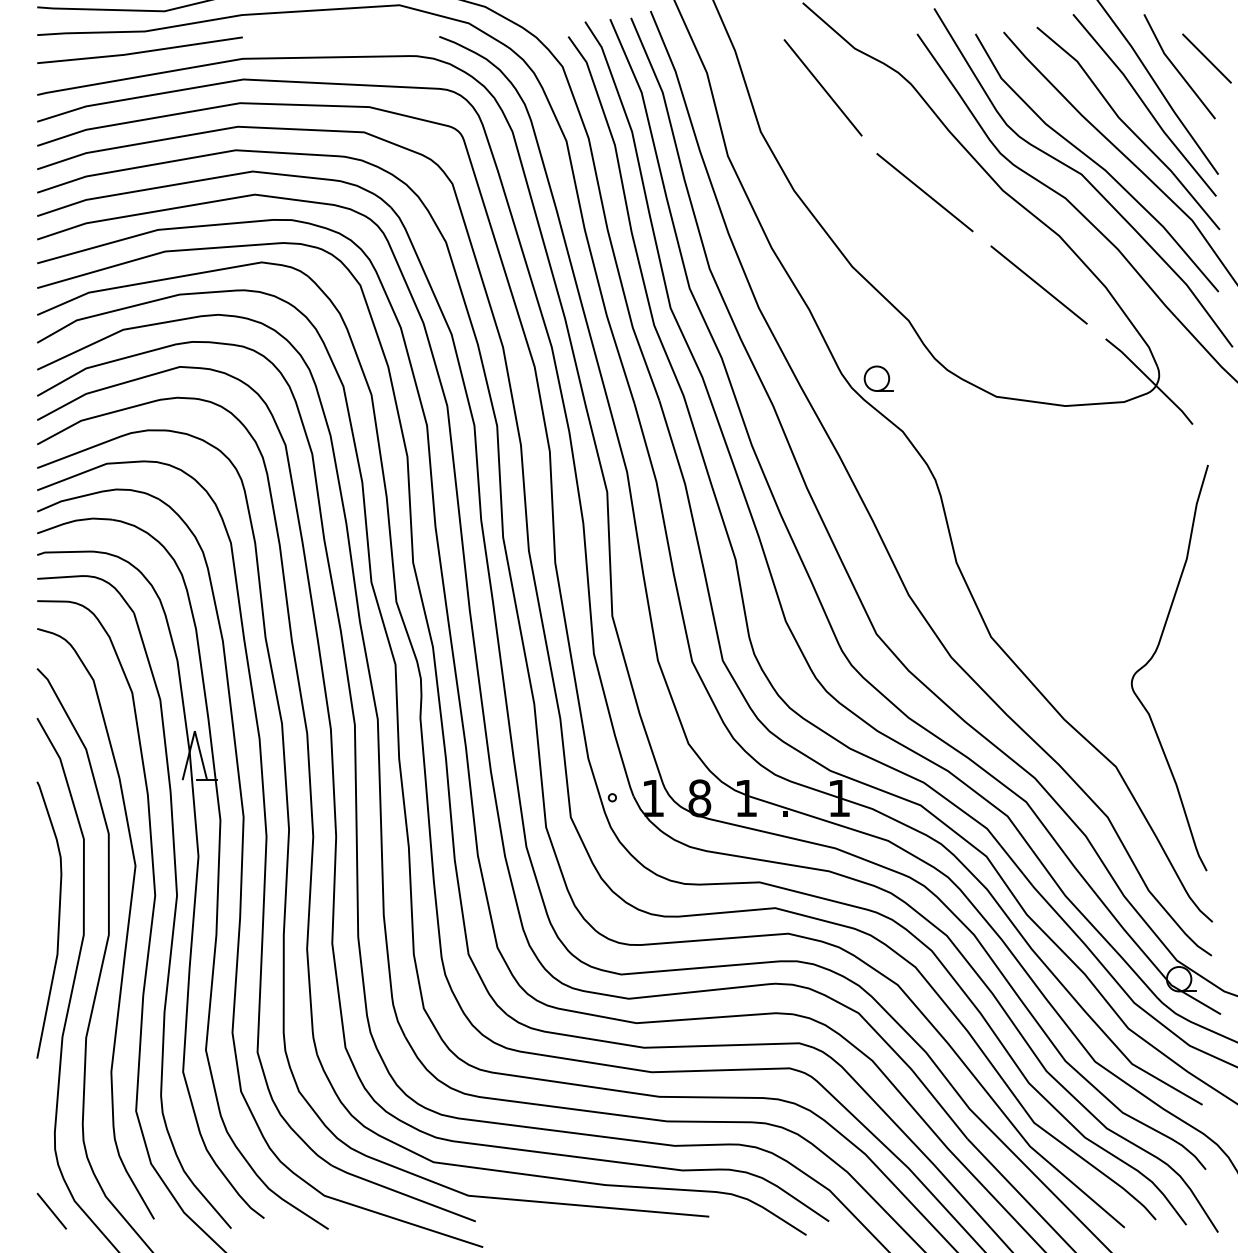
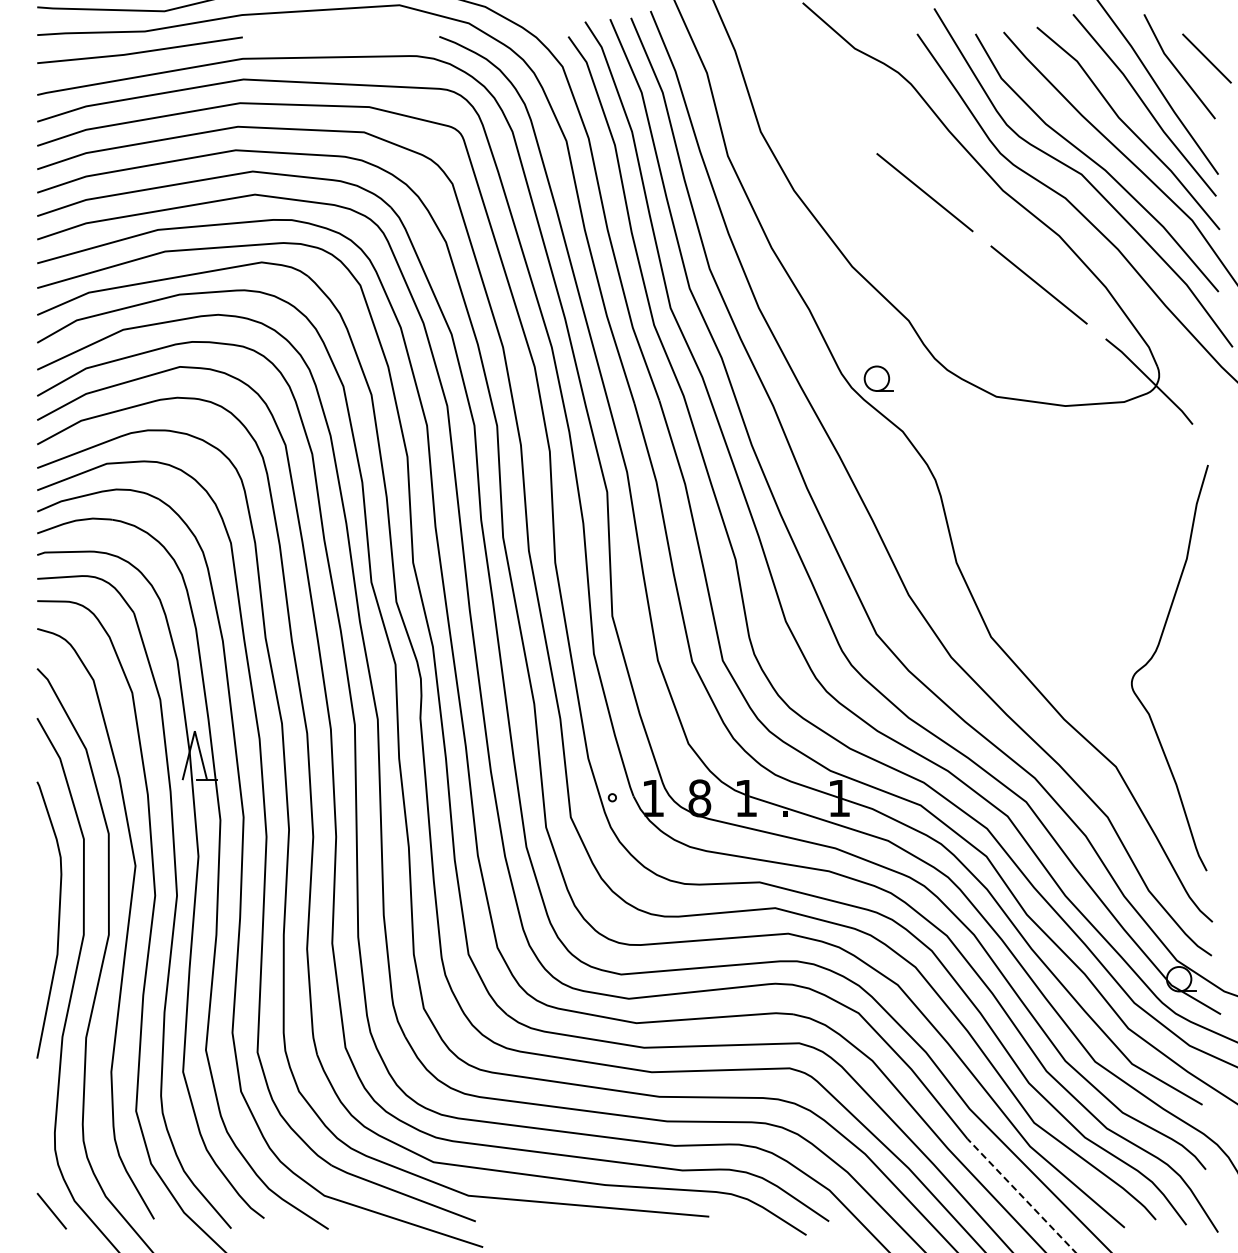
line at (822, 87): present -> none
line at (1021, 1195): solid -> dashed
